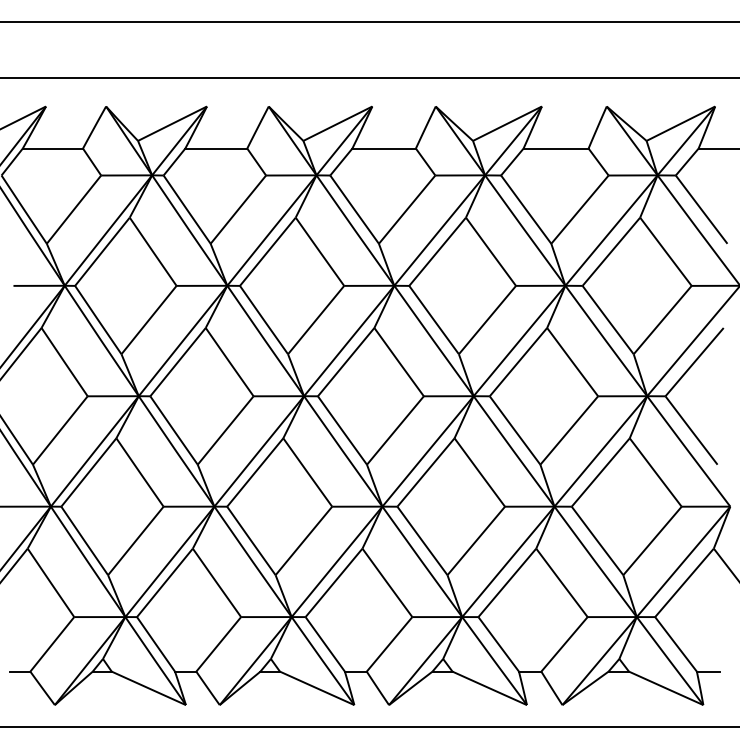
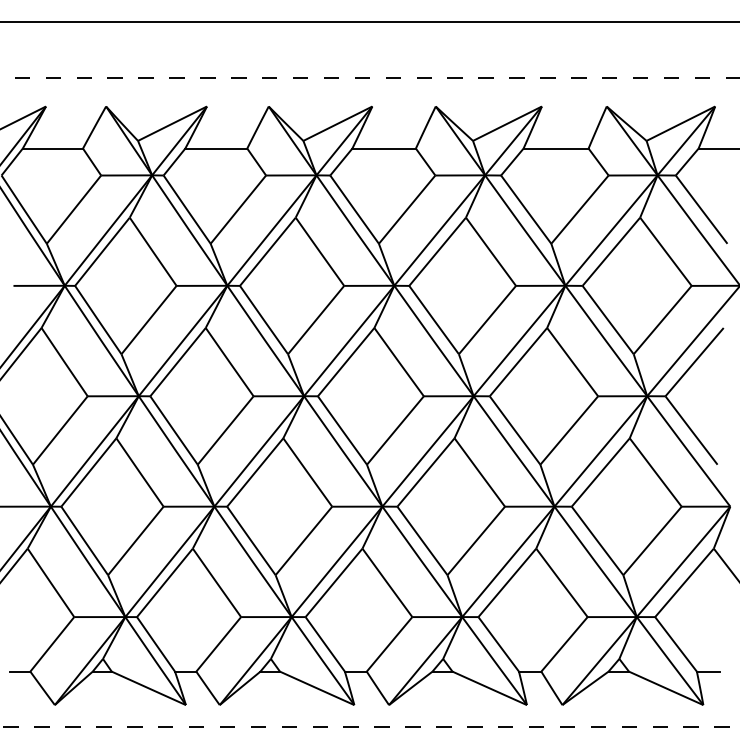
line at (370, 78): solid -> dashed
line at (370, 727): solid -> dashed
